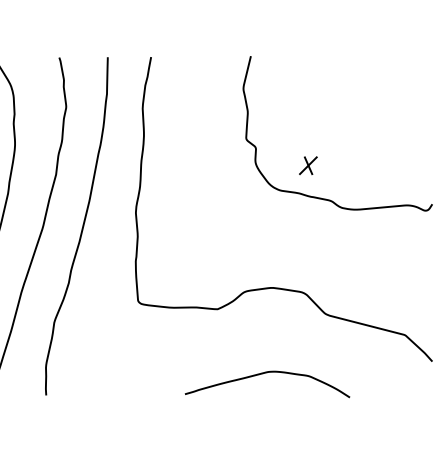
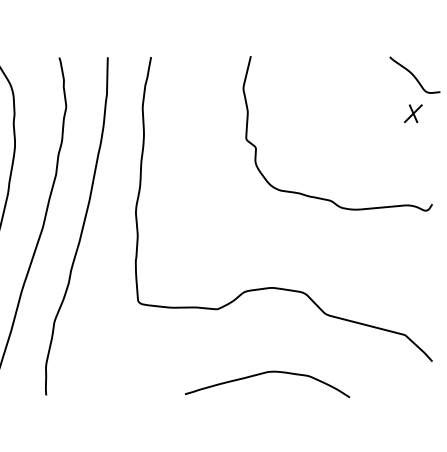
curve at (413, 74): none -> present
part at (308, 165) position: (308, 165) -> (413, 113)
